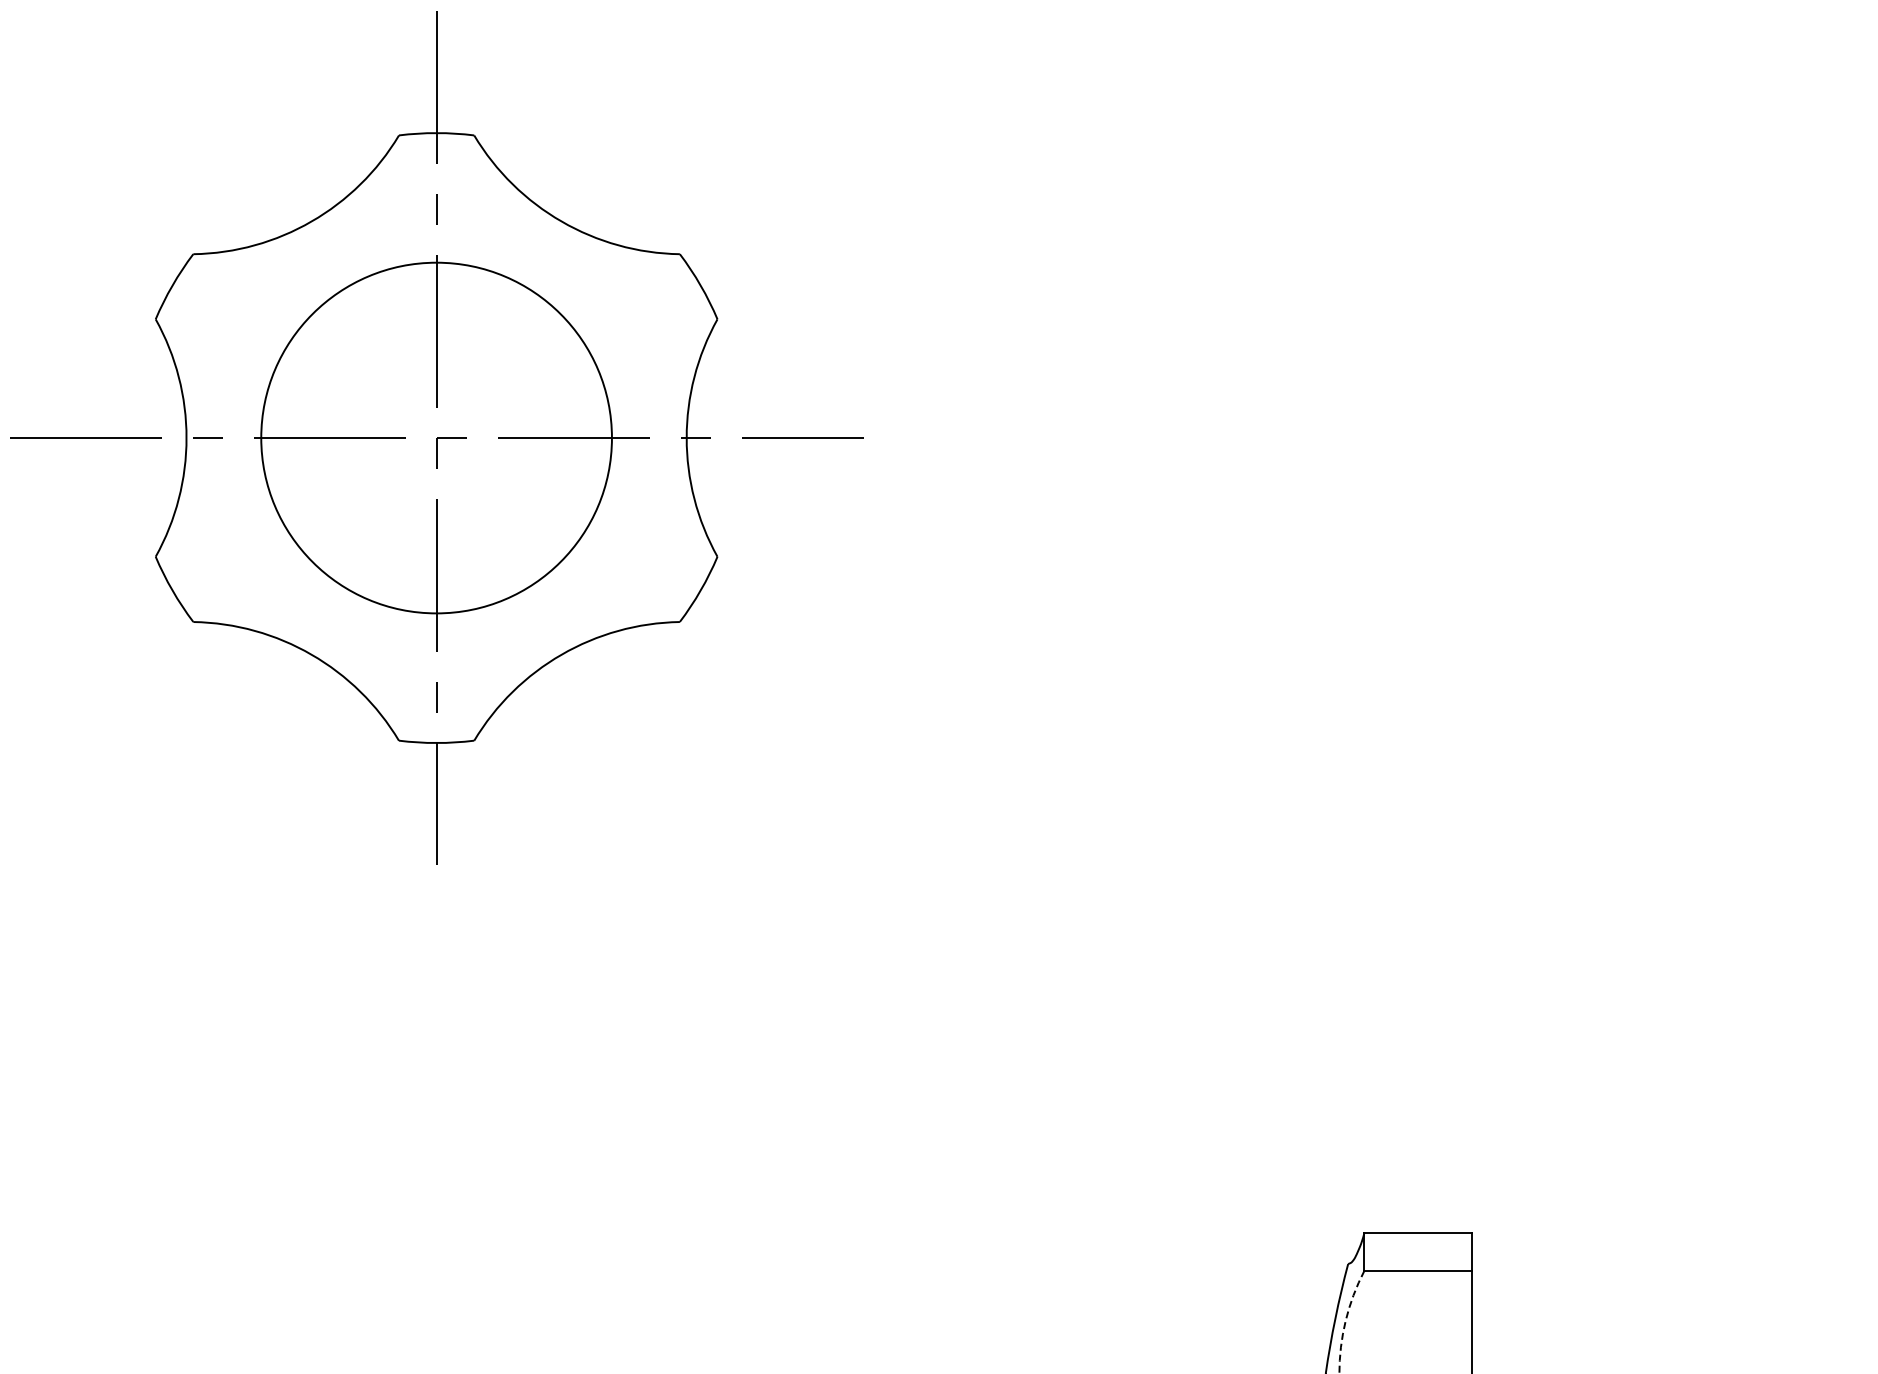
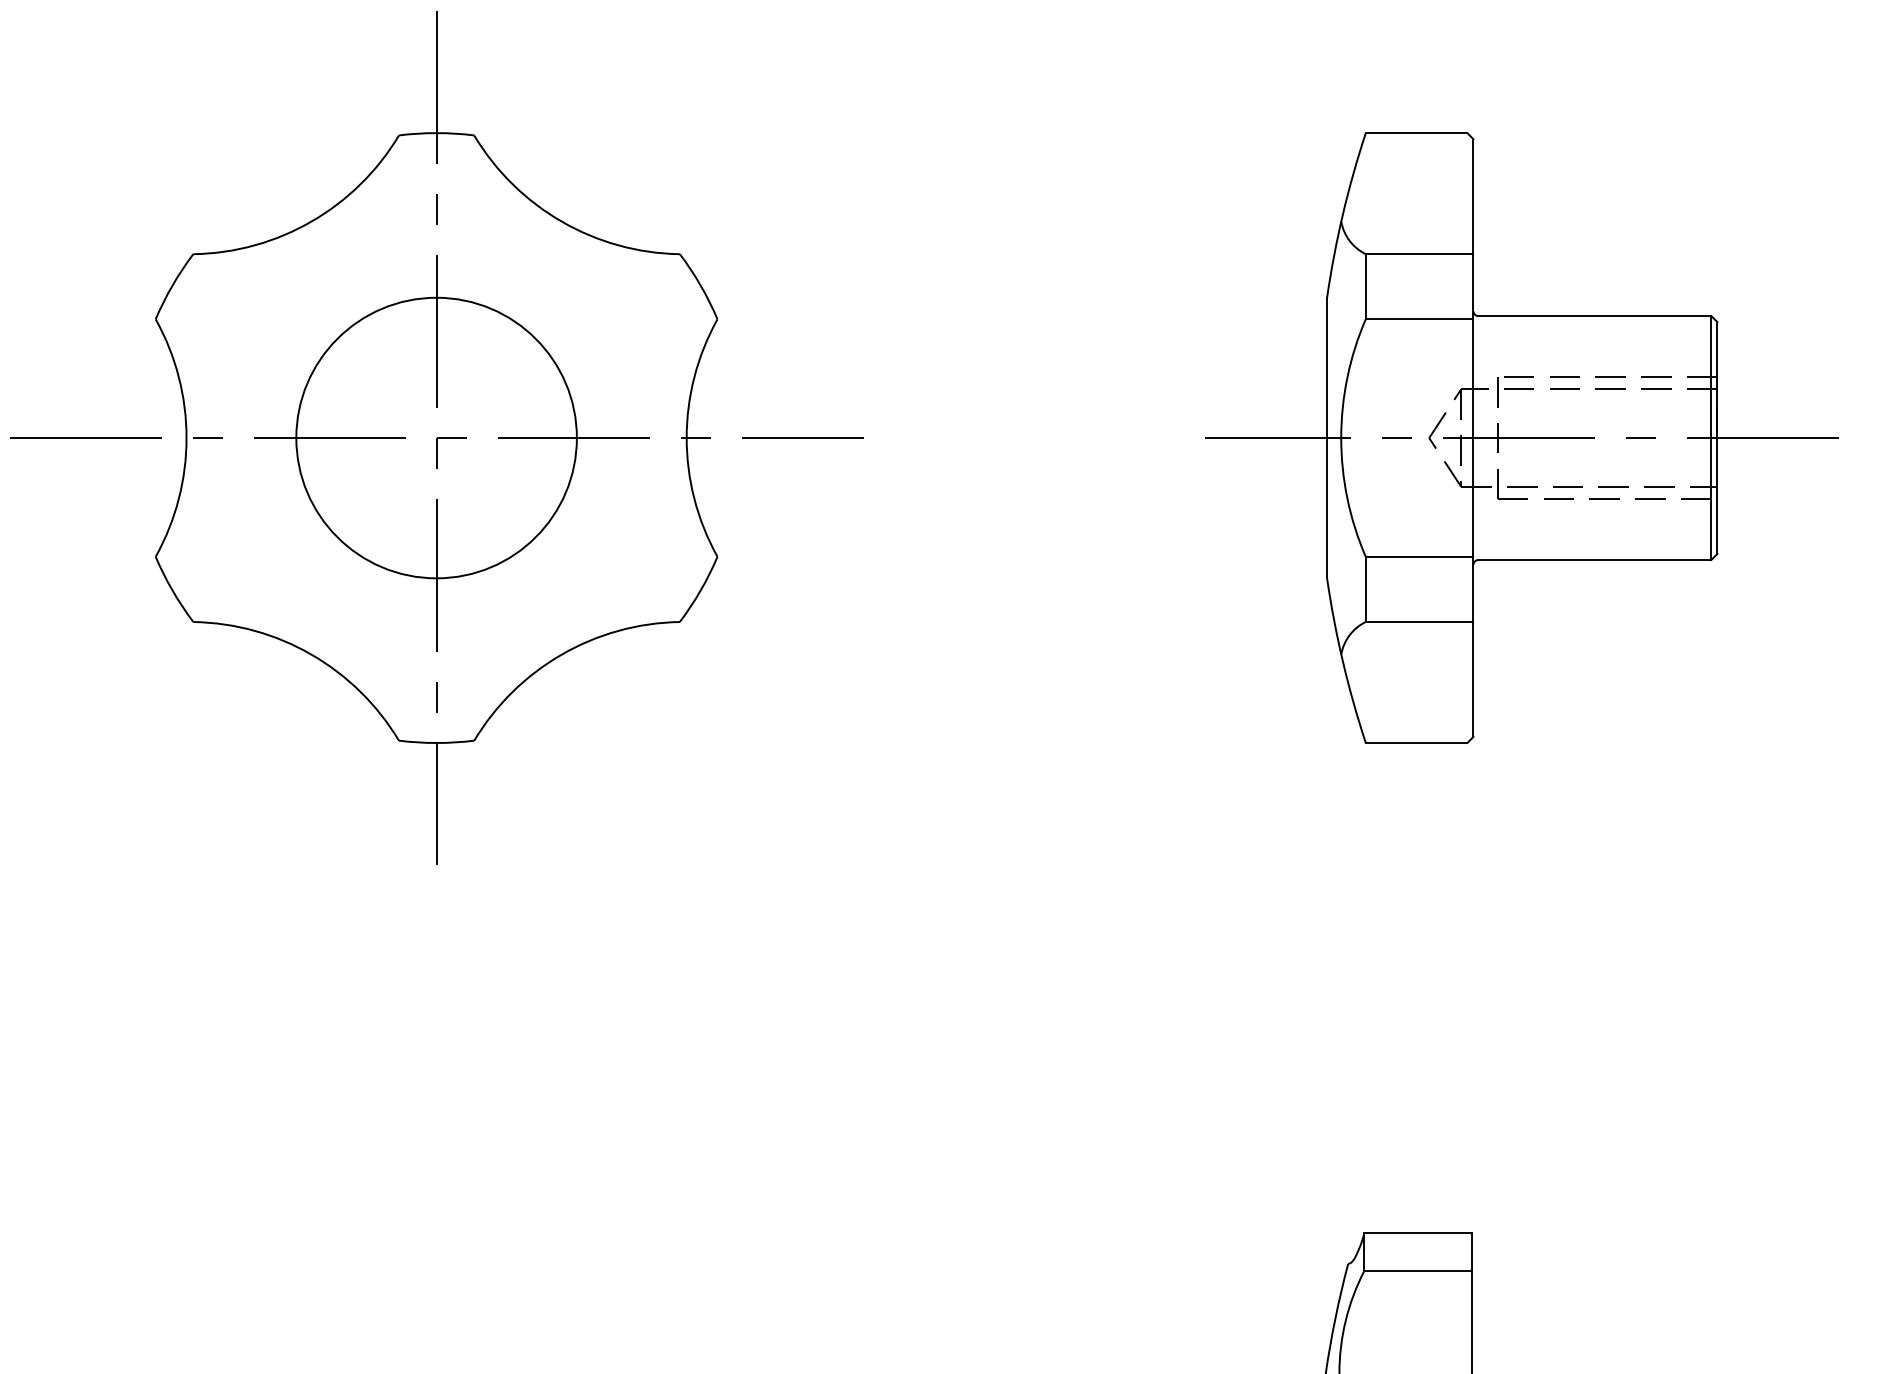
circle at (436, 437) diameter: 351 px -> 281 px
part at (1521, 438): none -> present
arc at (1345, 1320): dashed -> solid
